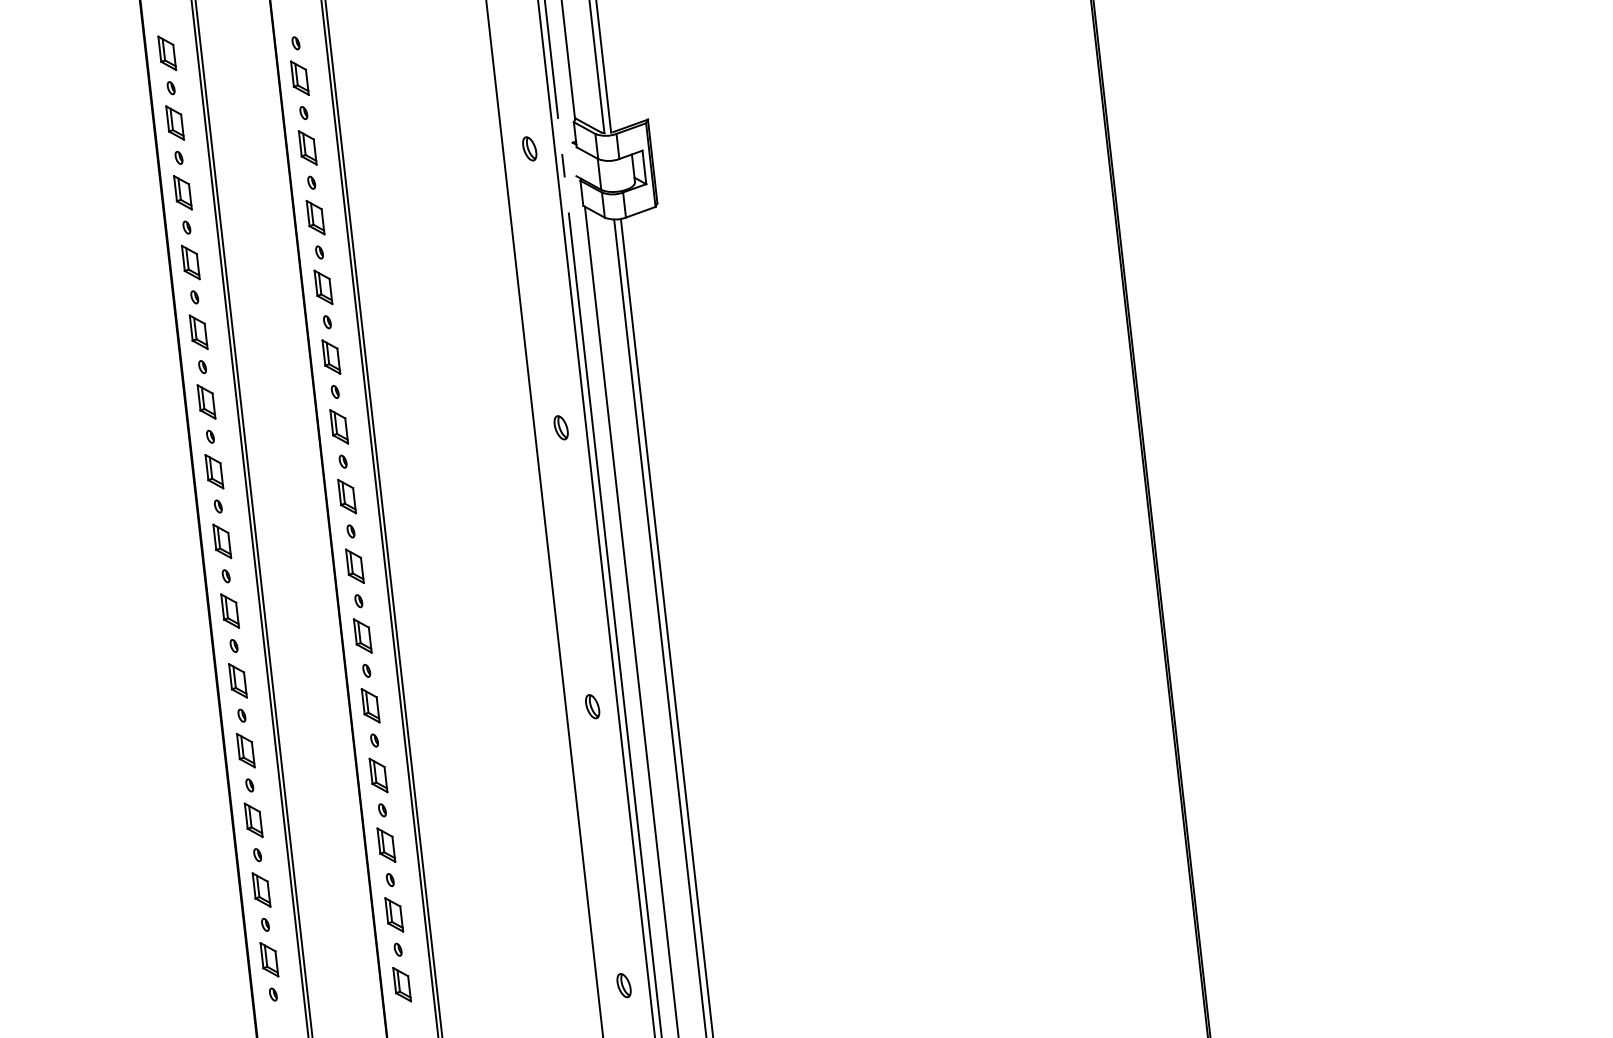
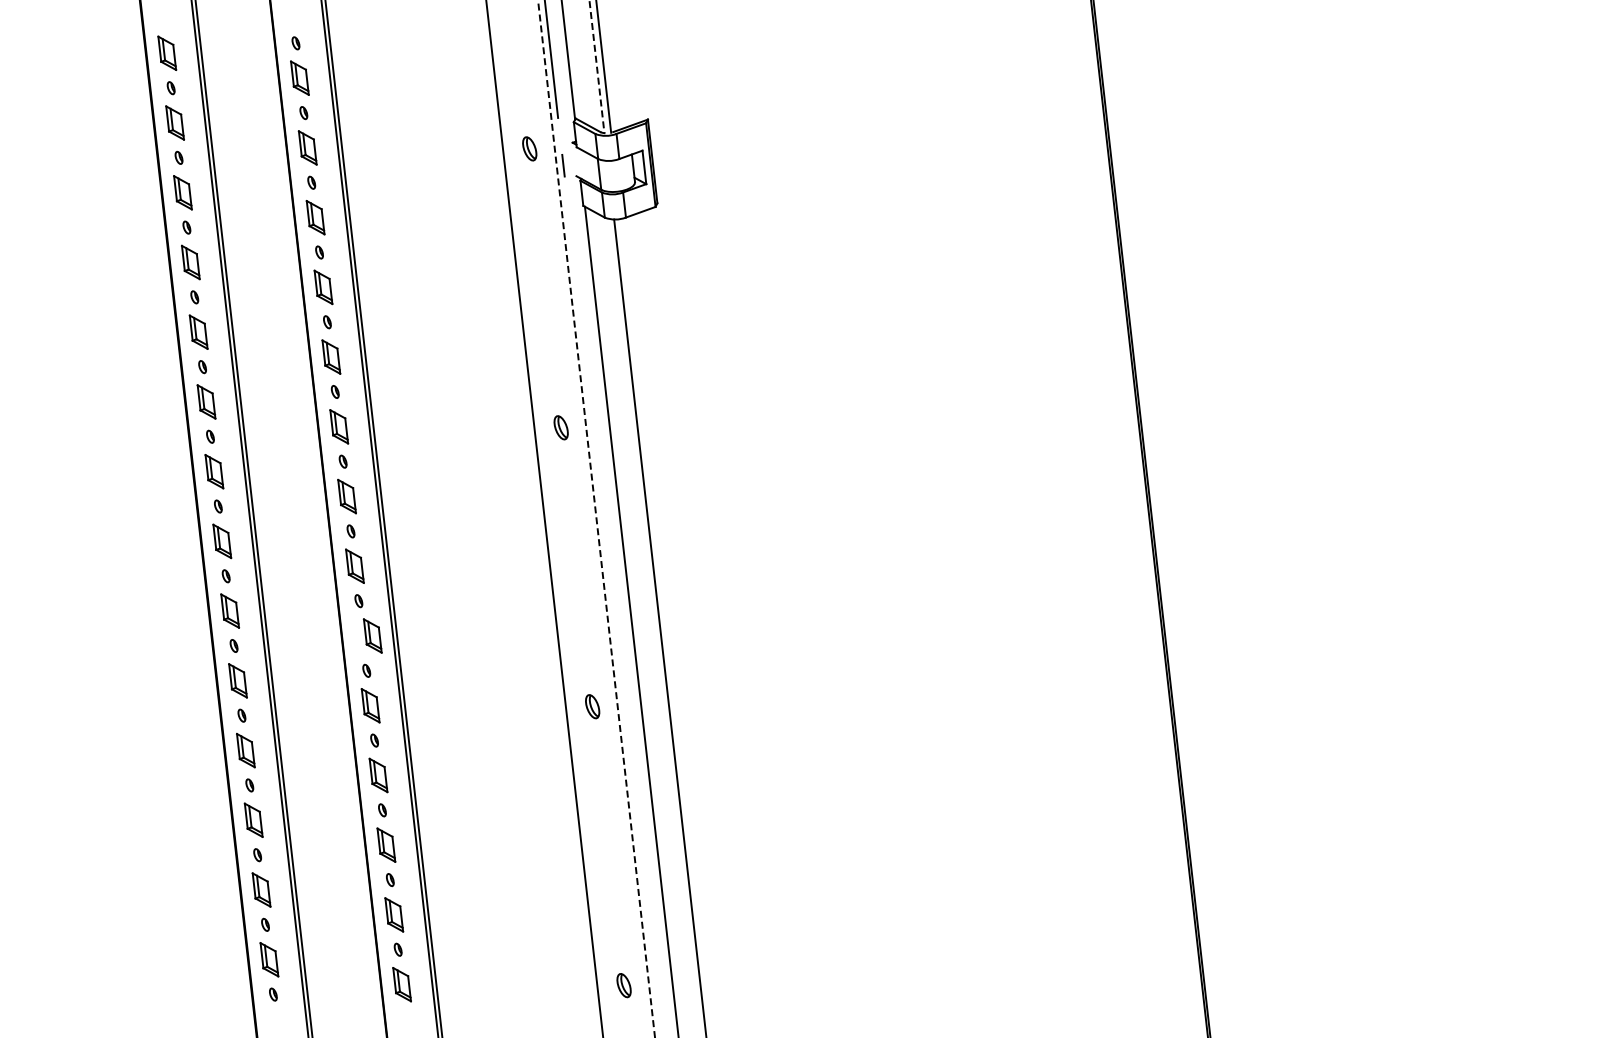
line at (596, 66): solid -> dashed
line at (596, 519): solid -> dashed
line at (614, 623): present -> none
line at (666, 626): present -> none
part at (362, 635) position: (362, 635) -> (372, 635)
